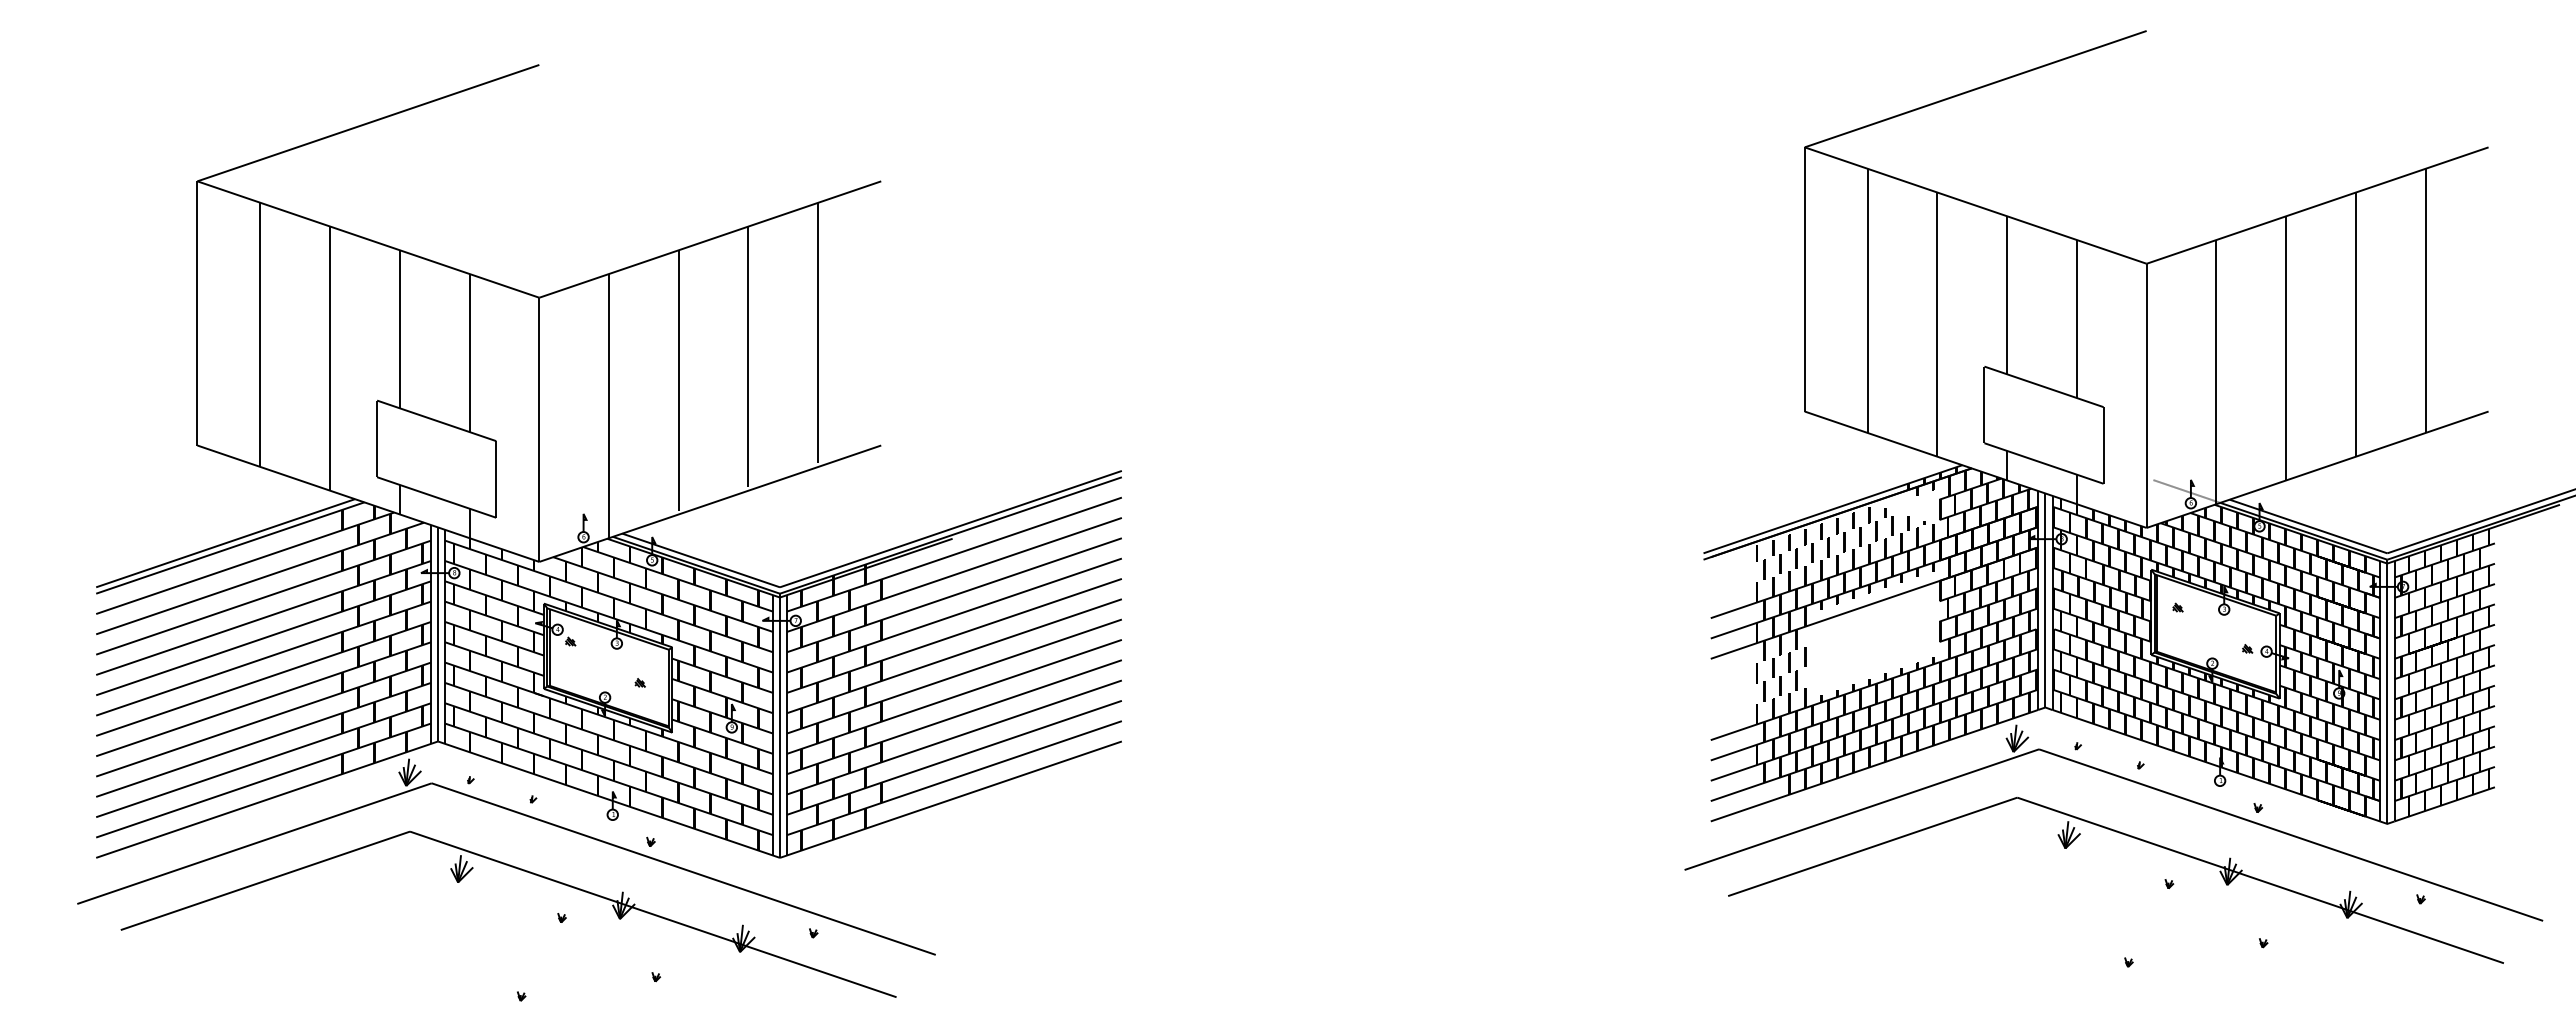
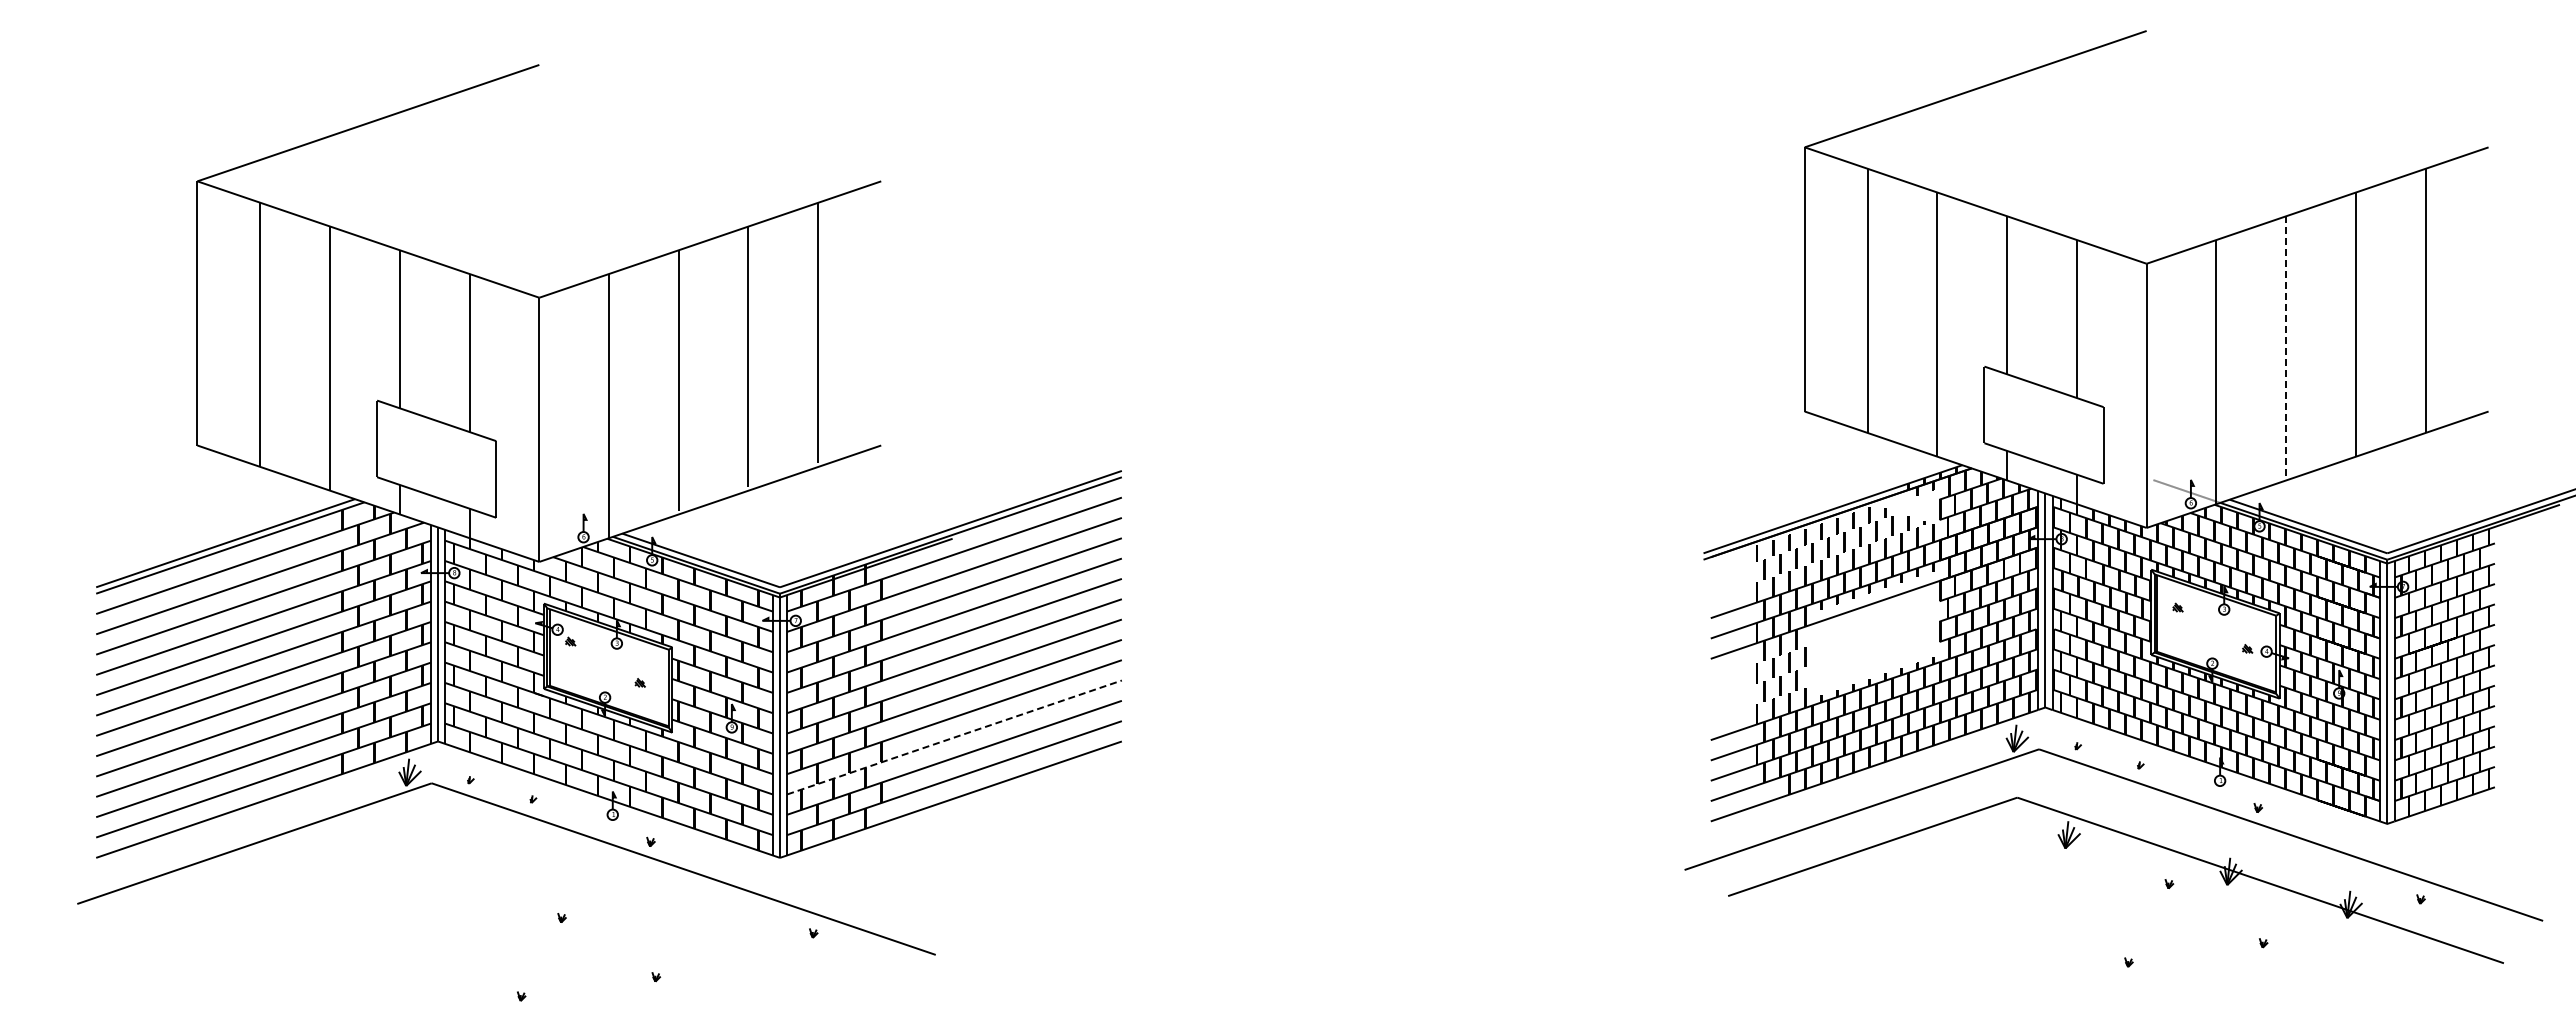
line at (2286, 348): solid -> dashed
line at (954, 737): solid -> dashed
part at (523, 871): present -> none
